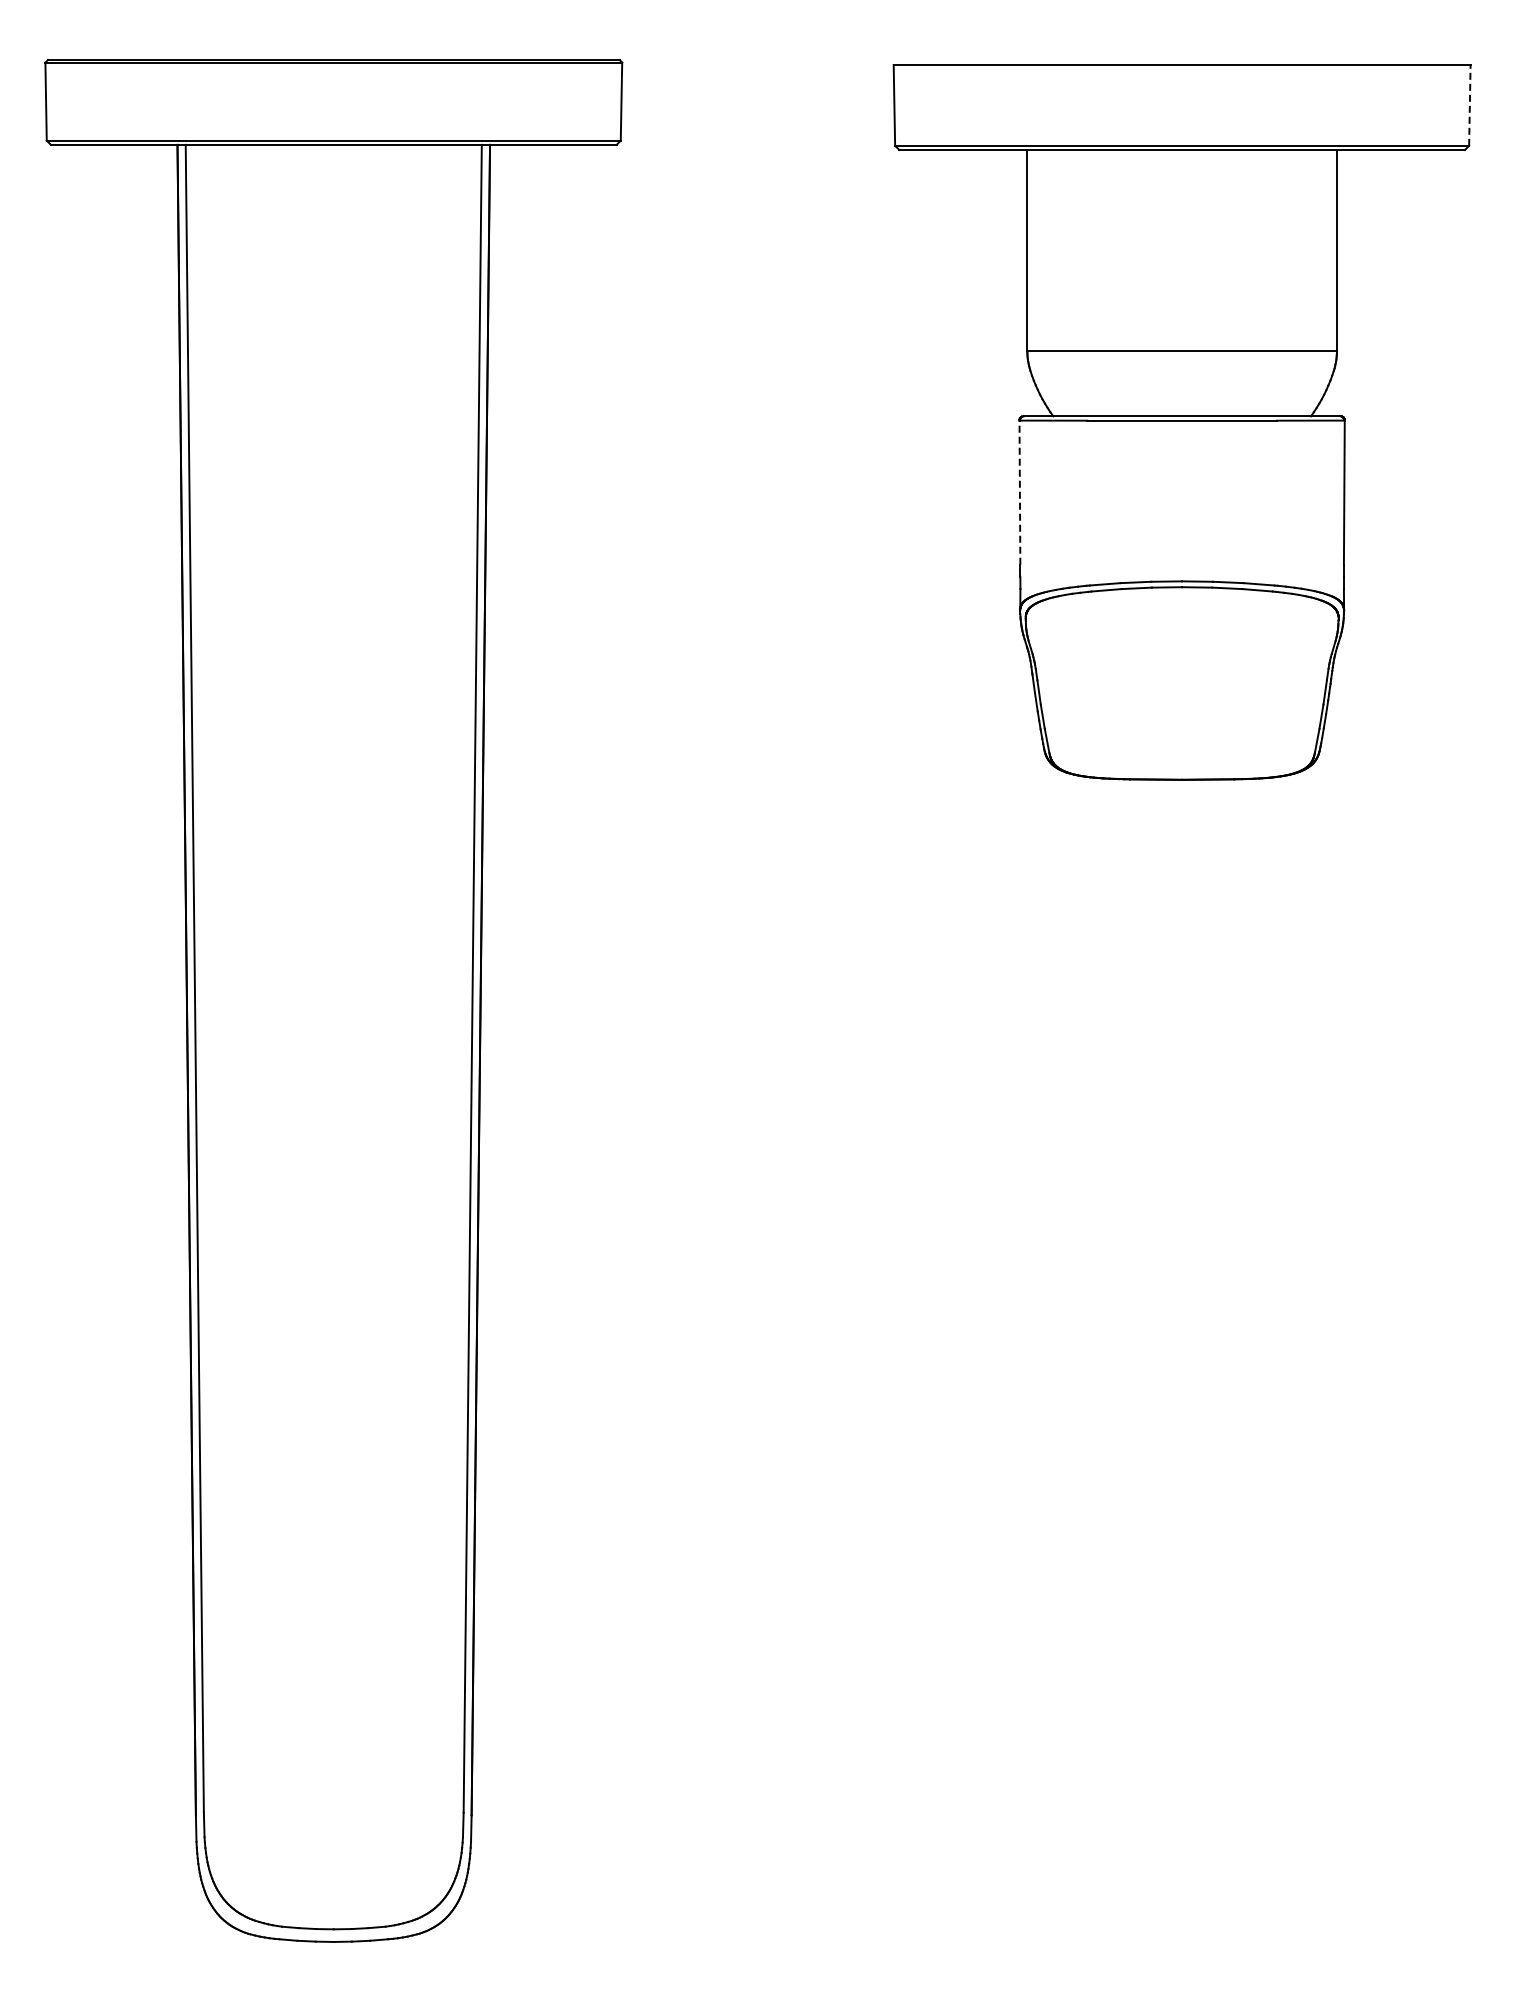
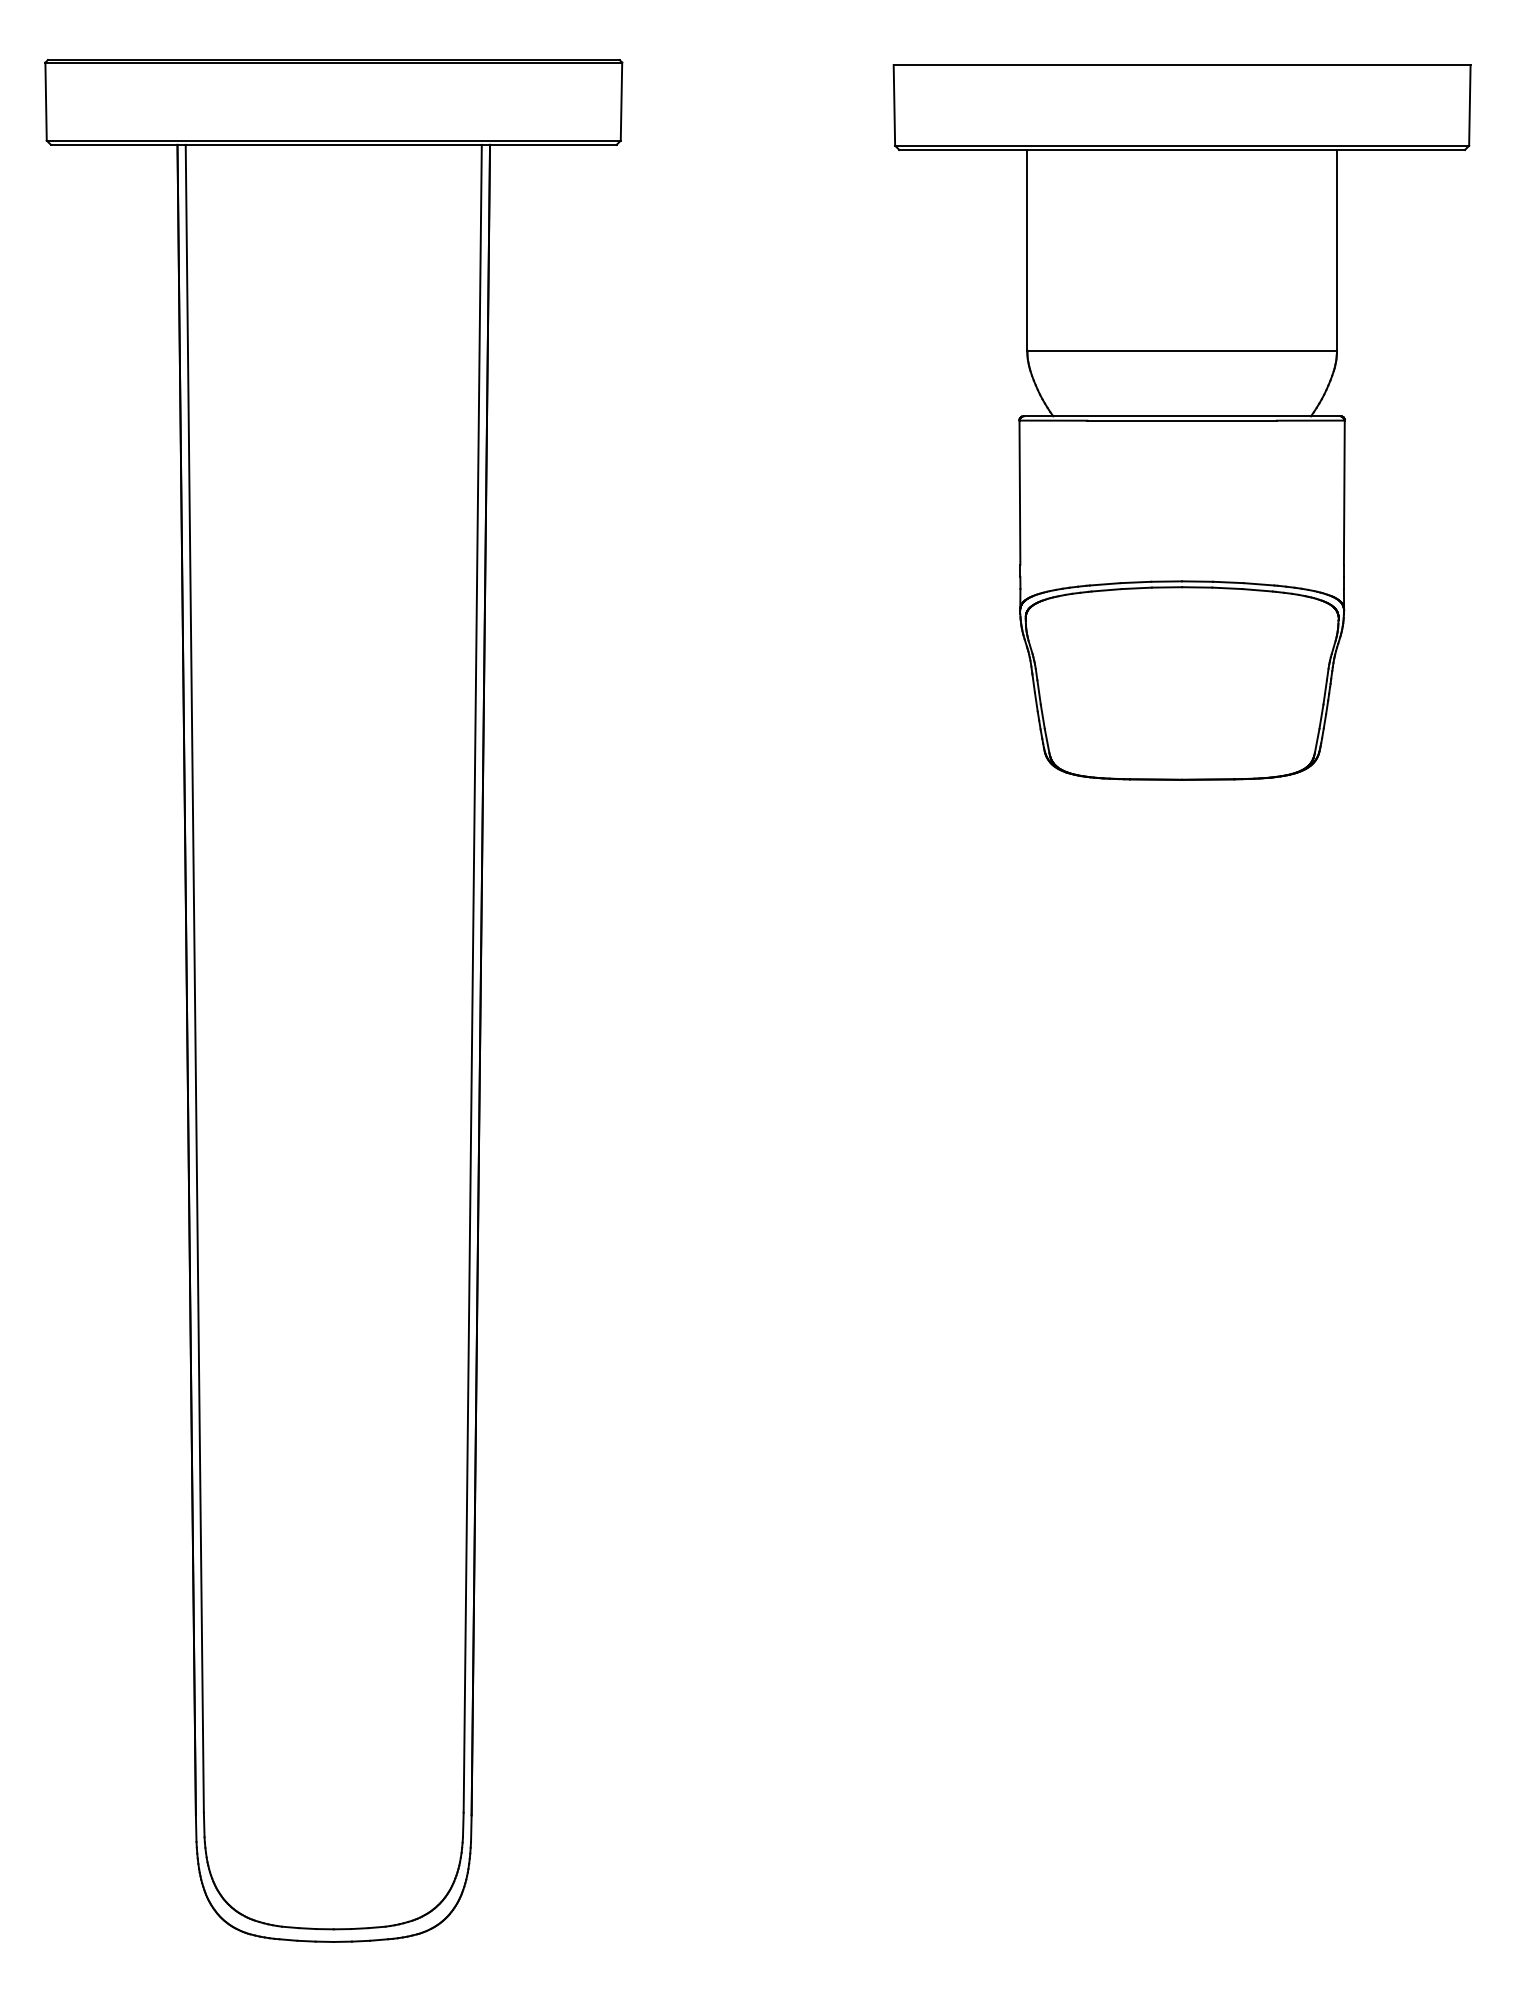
line at (1469, 104): dashed -> solid
line at (1019, 492): dashed -> solid
